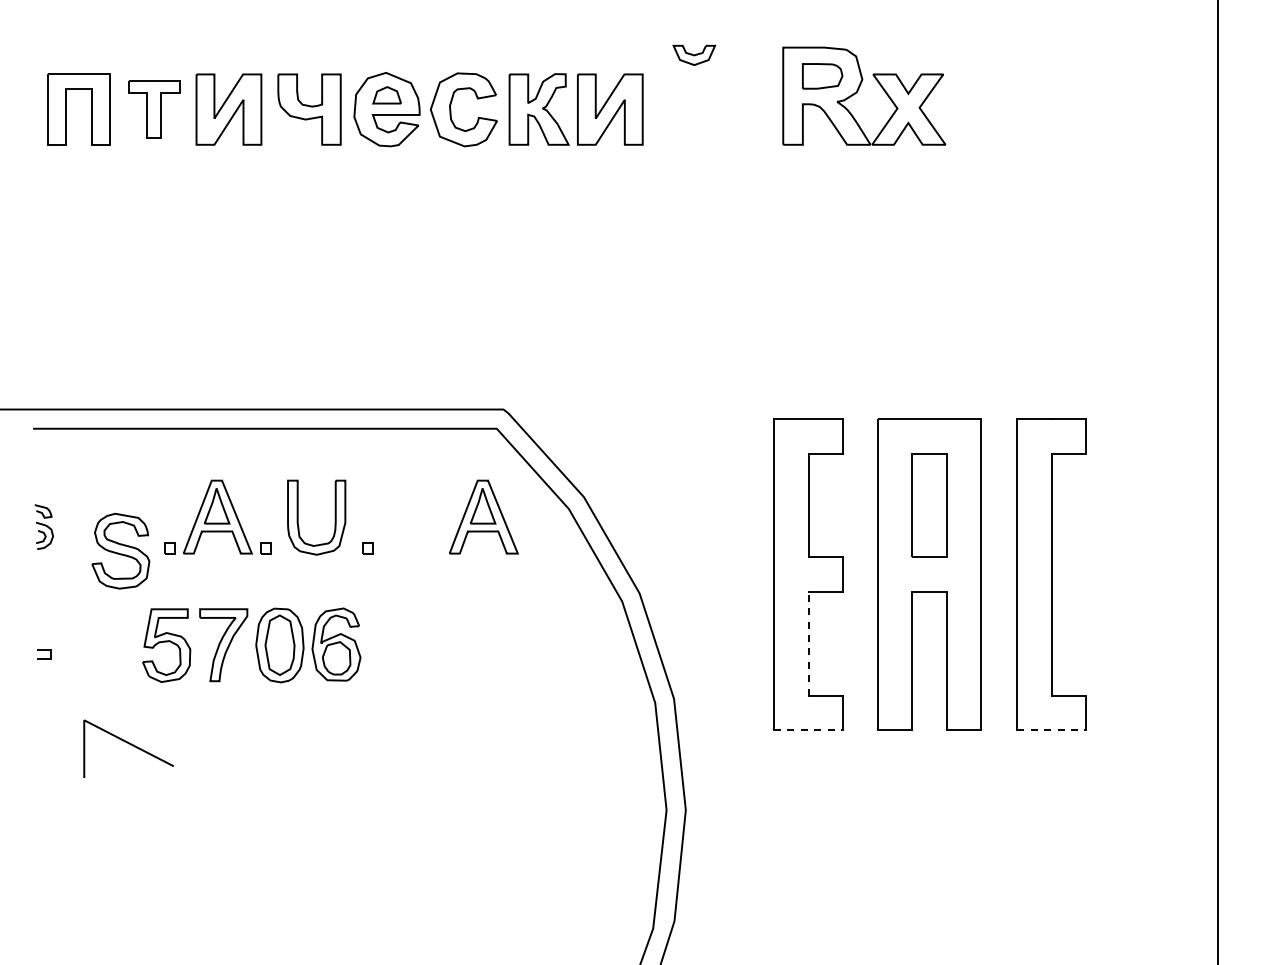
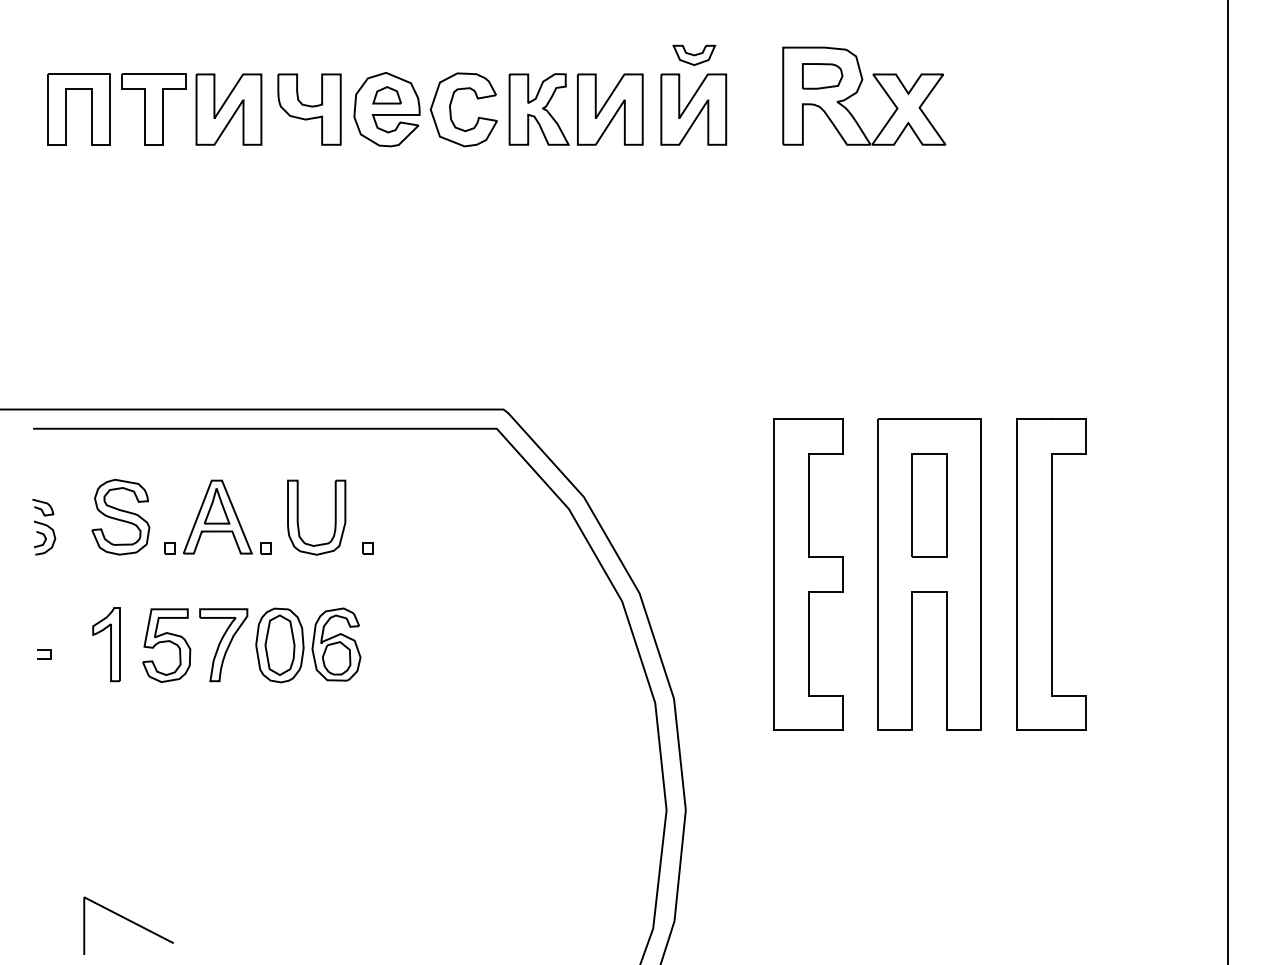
part at (154, 109) size: 53x59 px -> 66x73 px
part at (693, 109): none -> present
line at (1218, 481) position: (1218, 481) -> (1228, 481)
part at (483, 516): present -> none
part at (43, 526) size: 20x46 px -> 25x58 px
part at (120, 550) position: (120, 550) -> (120, 516)
line at (808, 643): dashed -> solid
part at (106, 644): none -> present
line at (808, 730): dashed -> solid
line at (1051, 730): dashed -> solid
curve at (130, 745) position: (130, 745) -> (130, 922)
